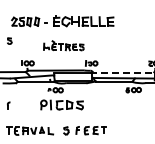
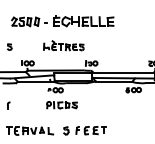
part at (9, 40) position: (9, 40) -> (9, 46)
line at (122, 73): dashed -> solid
part at (61, 104) size: 44x12 px -> 32x9 px
